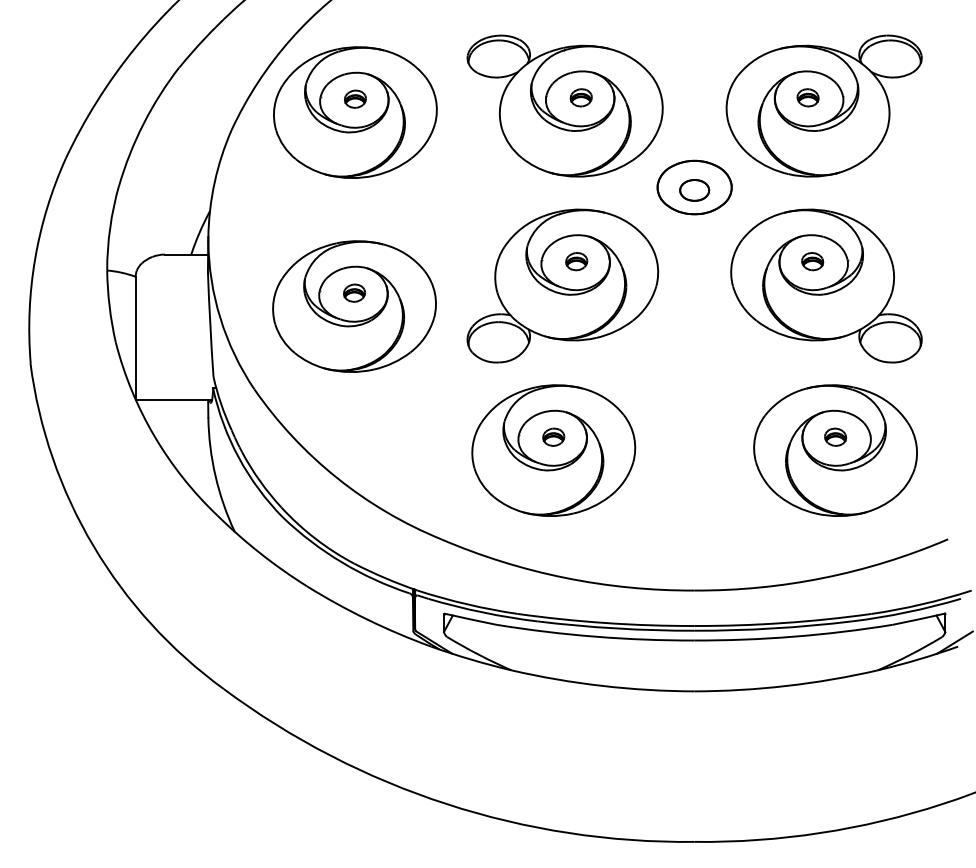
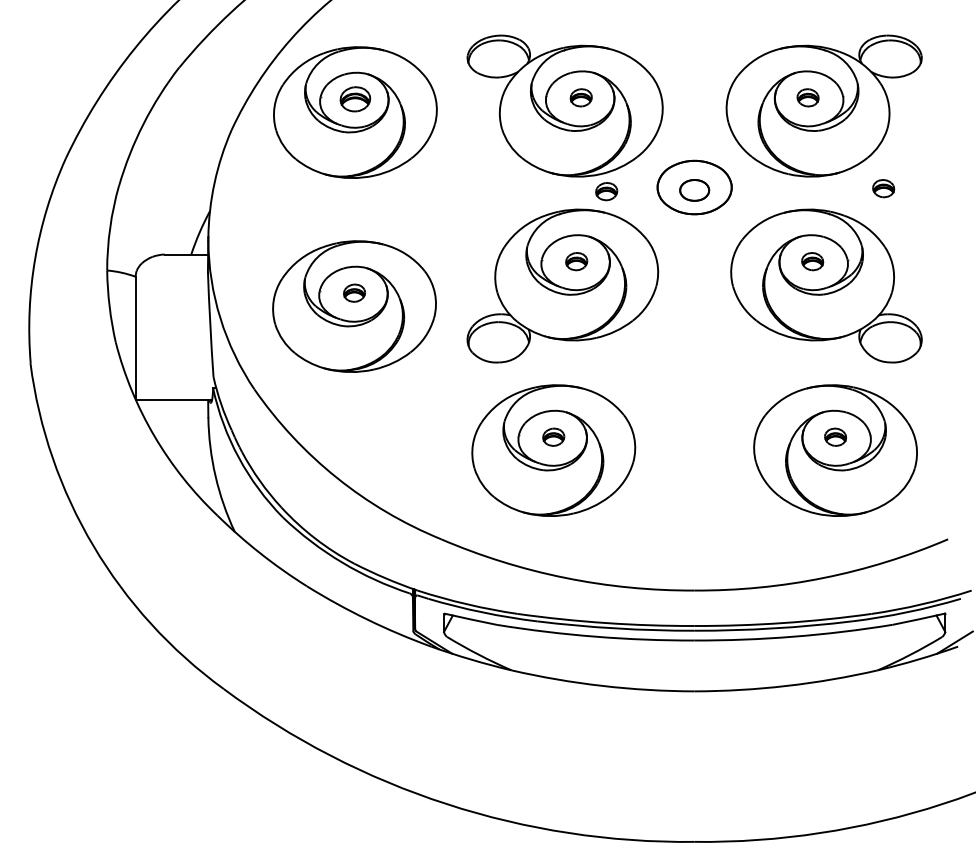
part at (355, 98) size: 23x20 px -> 33x27 px
part at (883, 188): none -> present
part at (606, 191): none -> present
